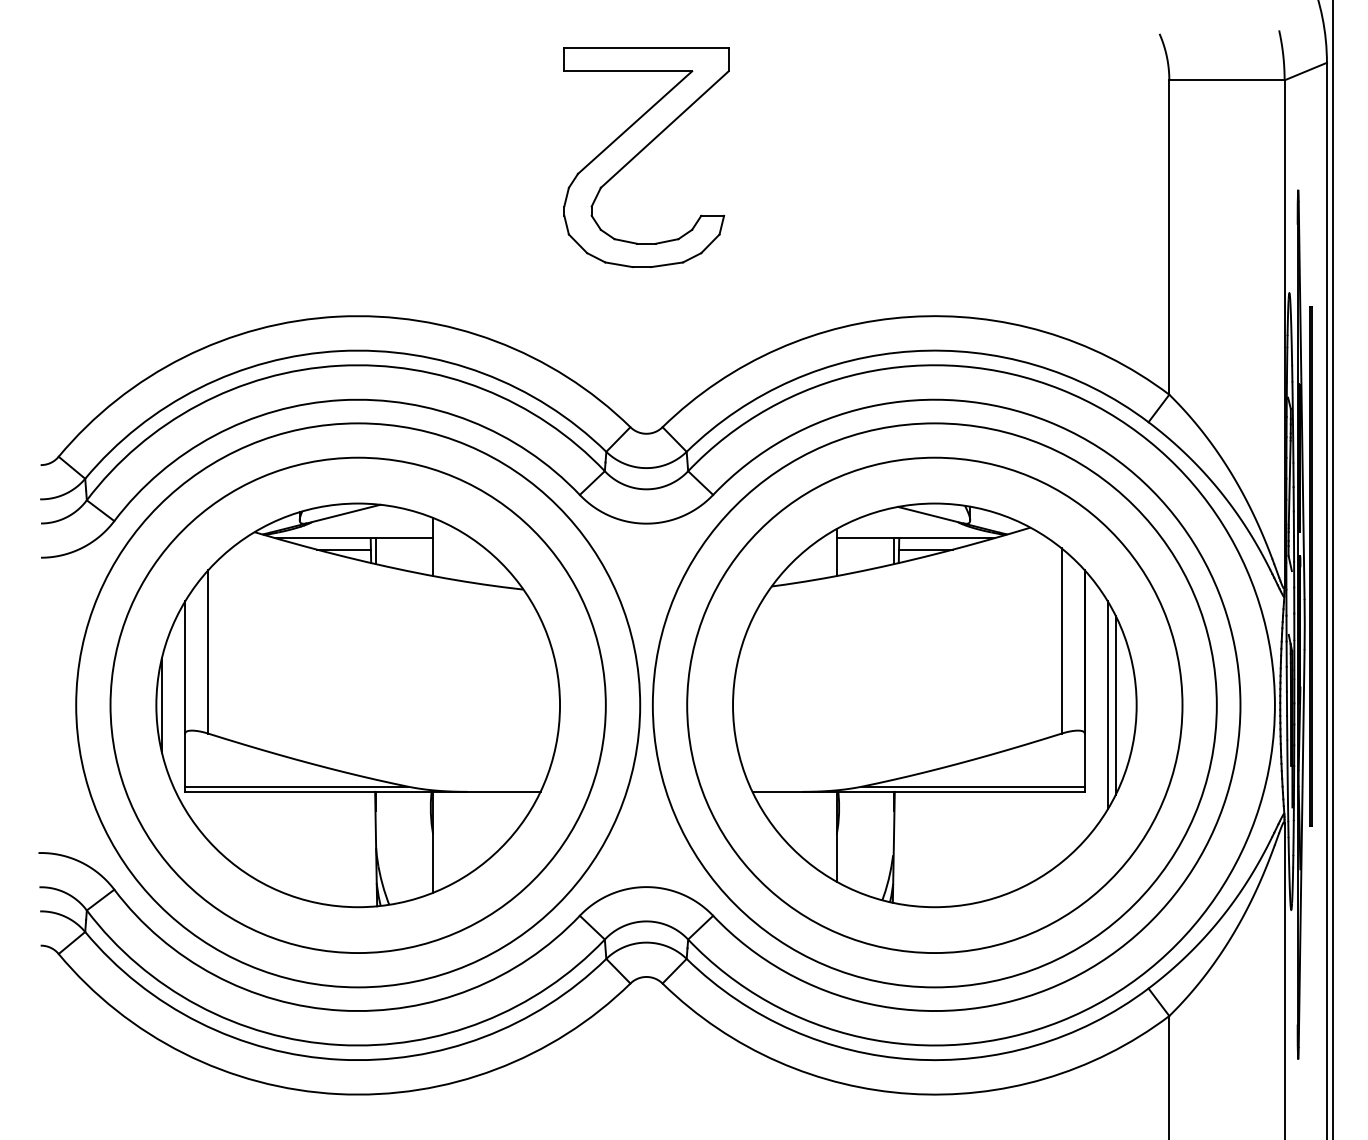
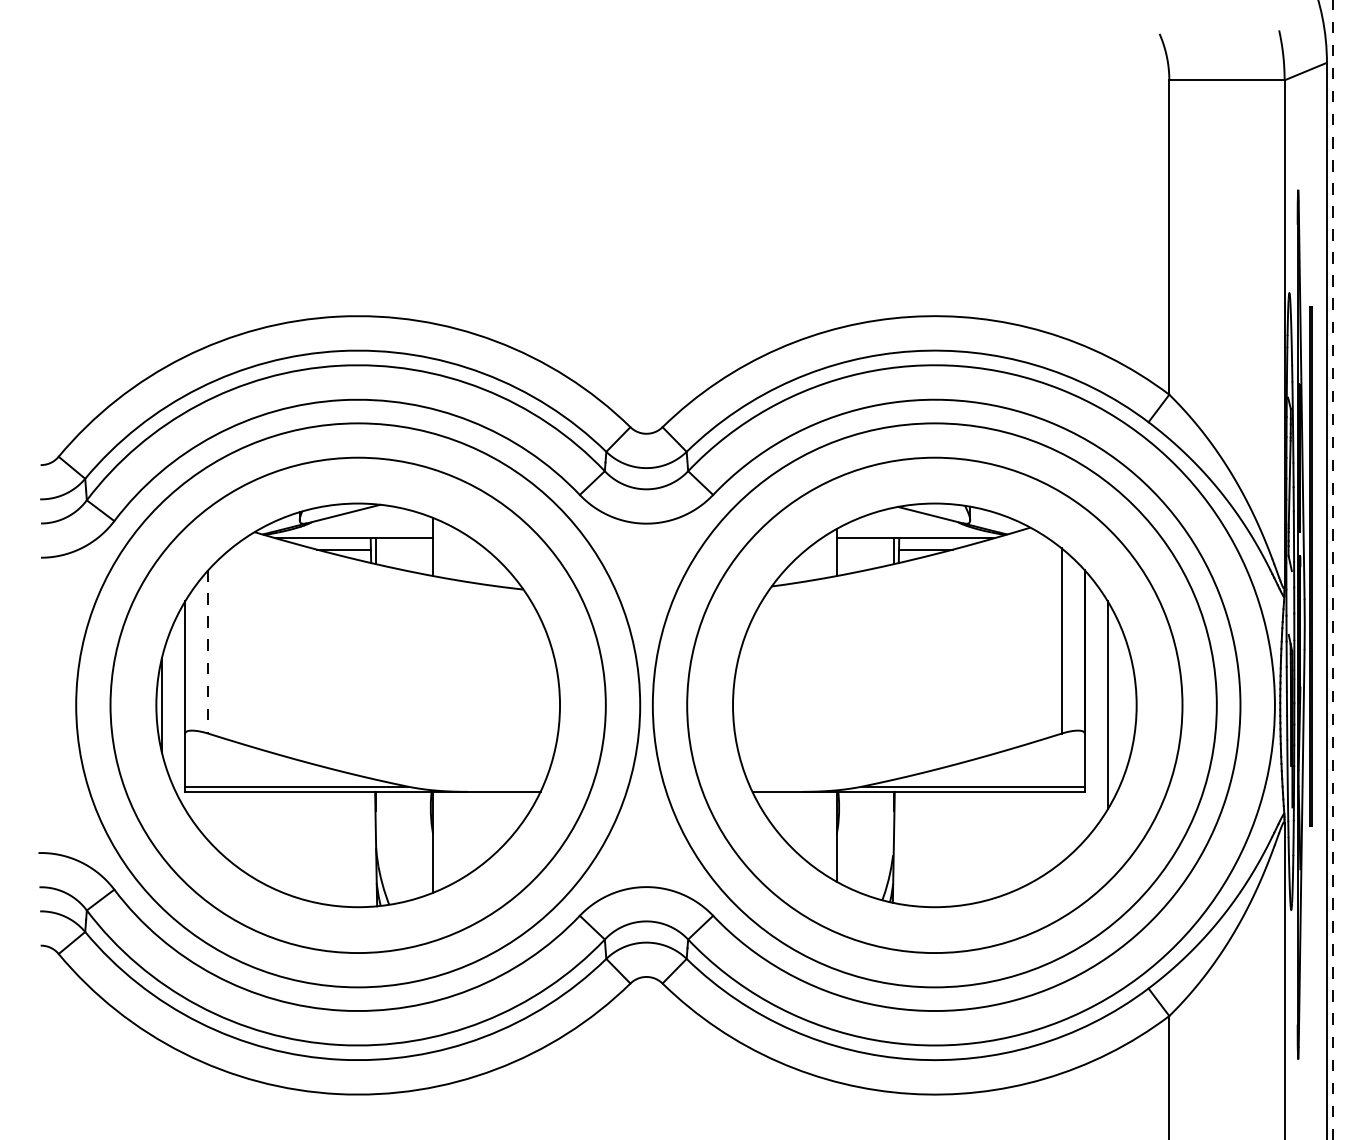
part at (641, 152): present -> none
line at (1332, 569): solid -> dashed
line at (208, 651): solid -> dashed
line at (1115, 705): present -> none
